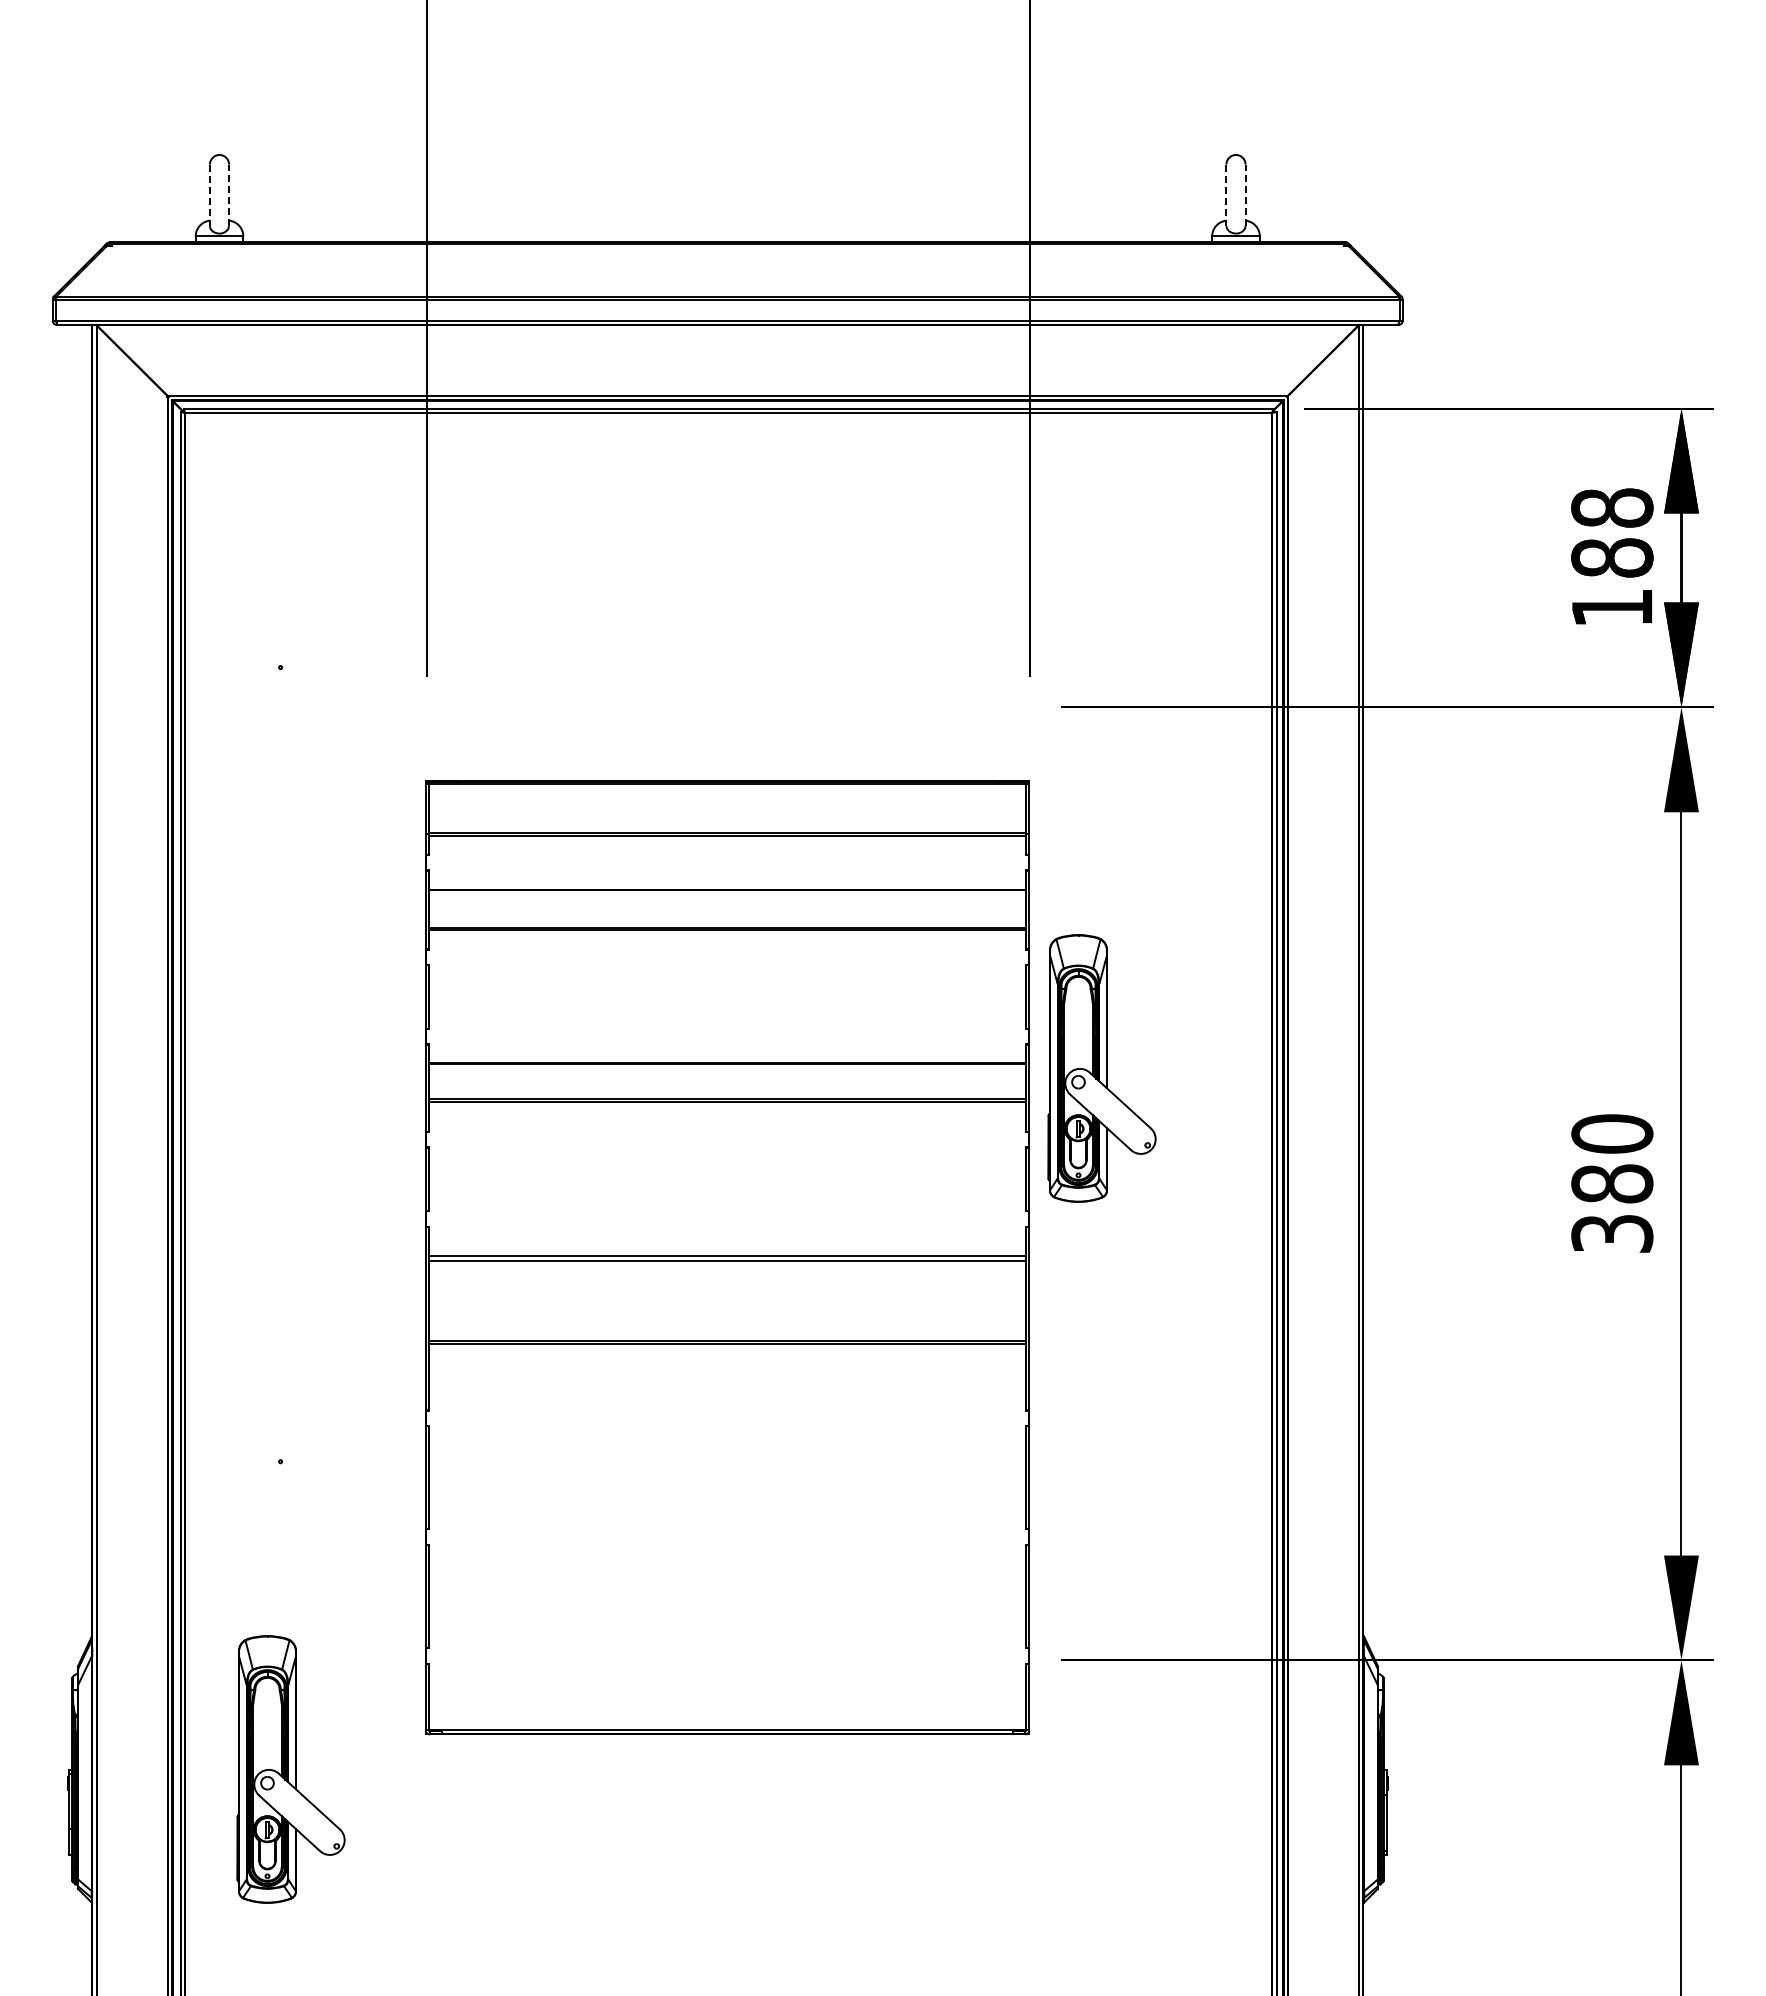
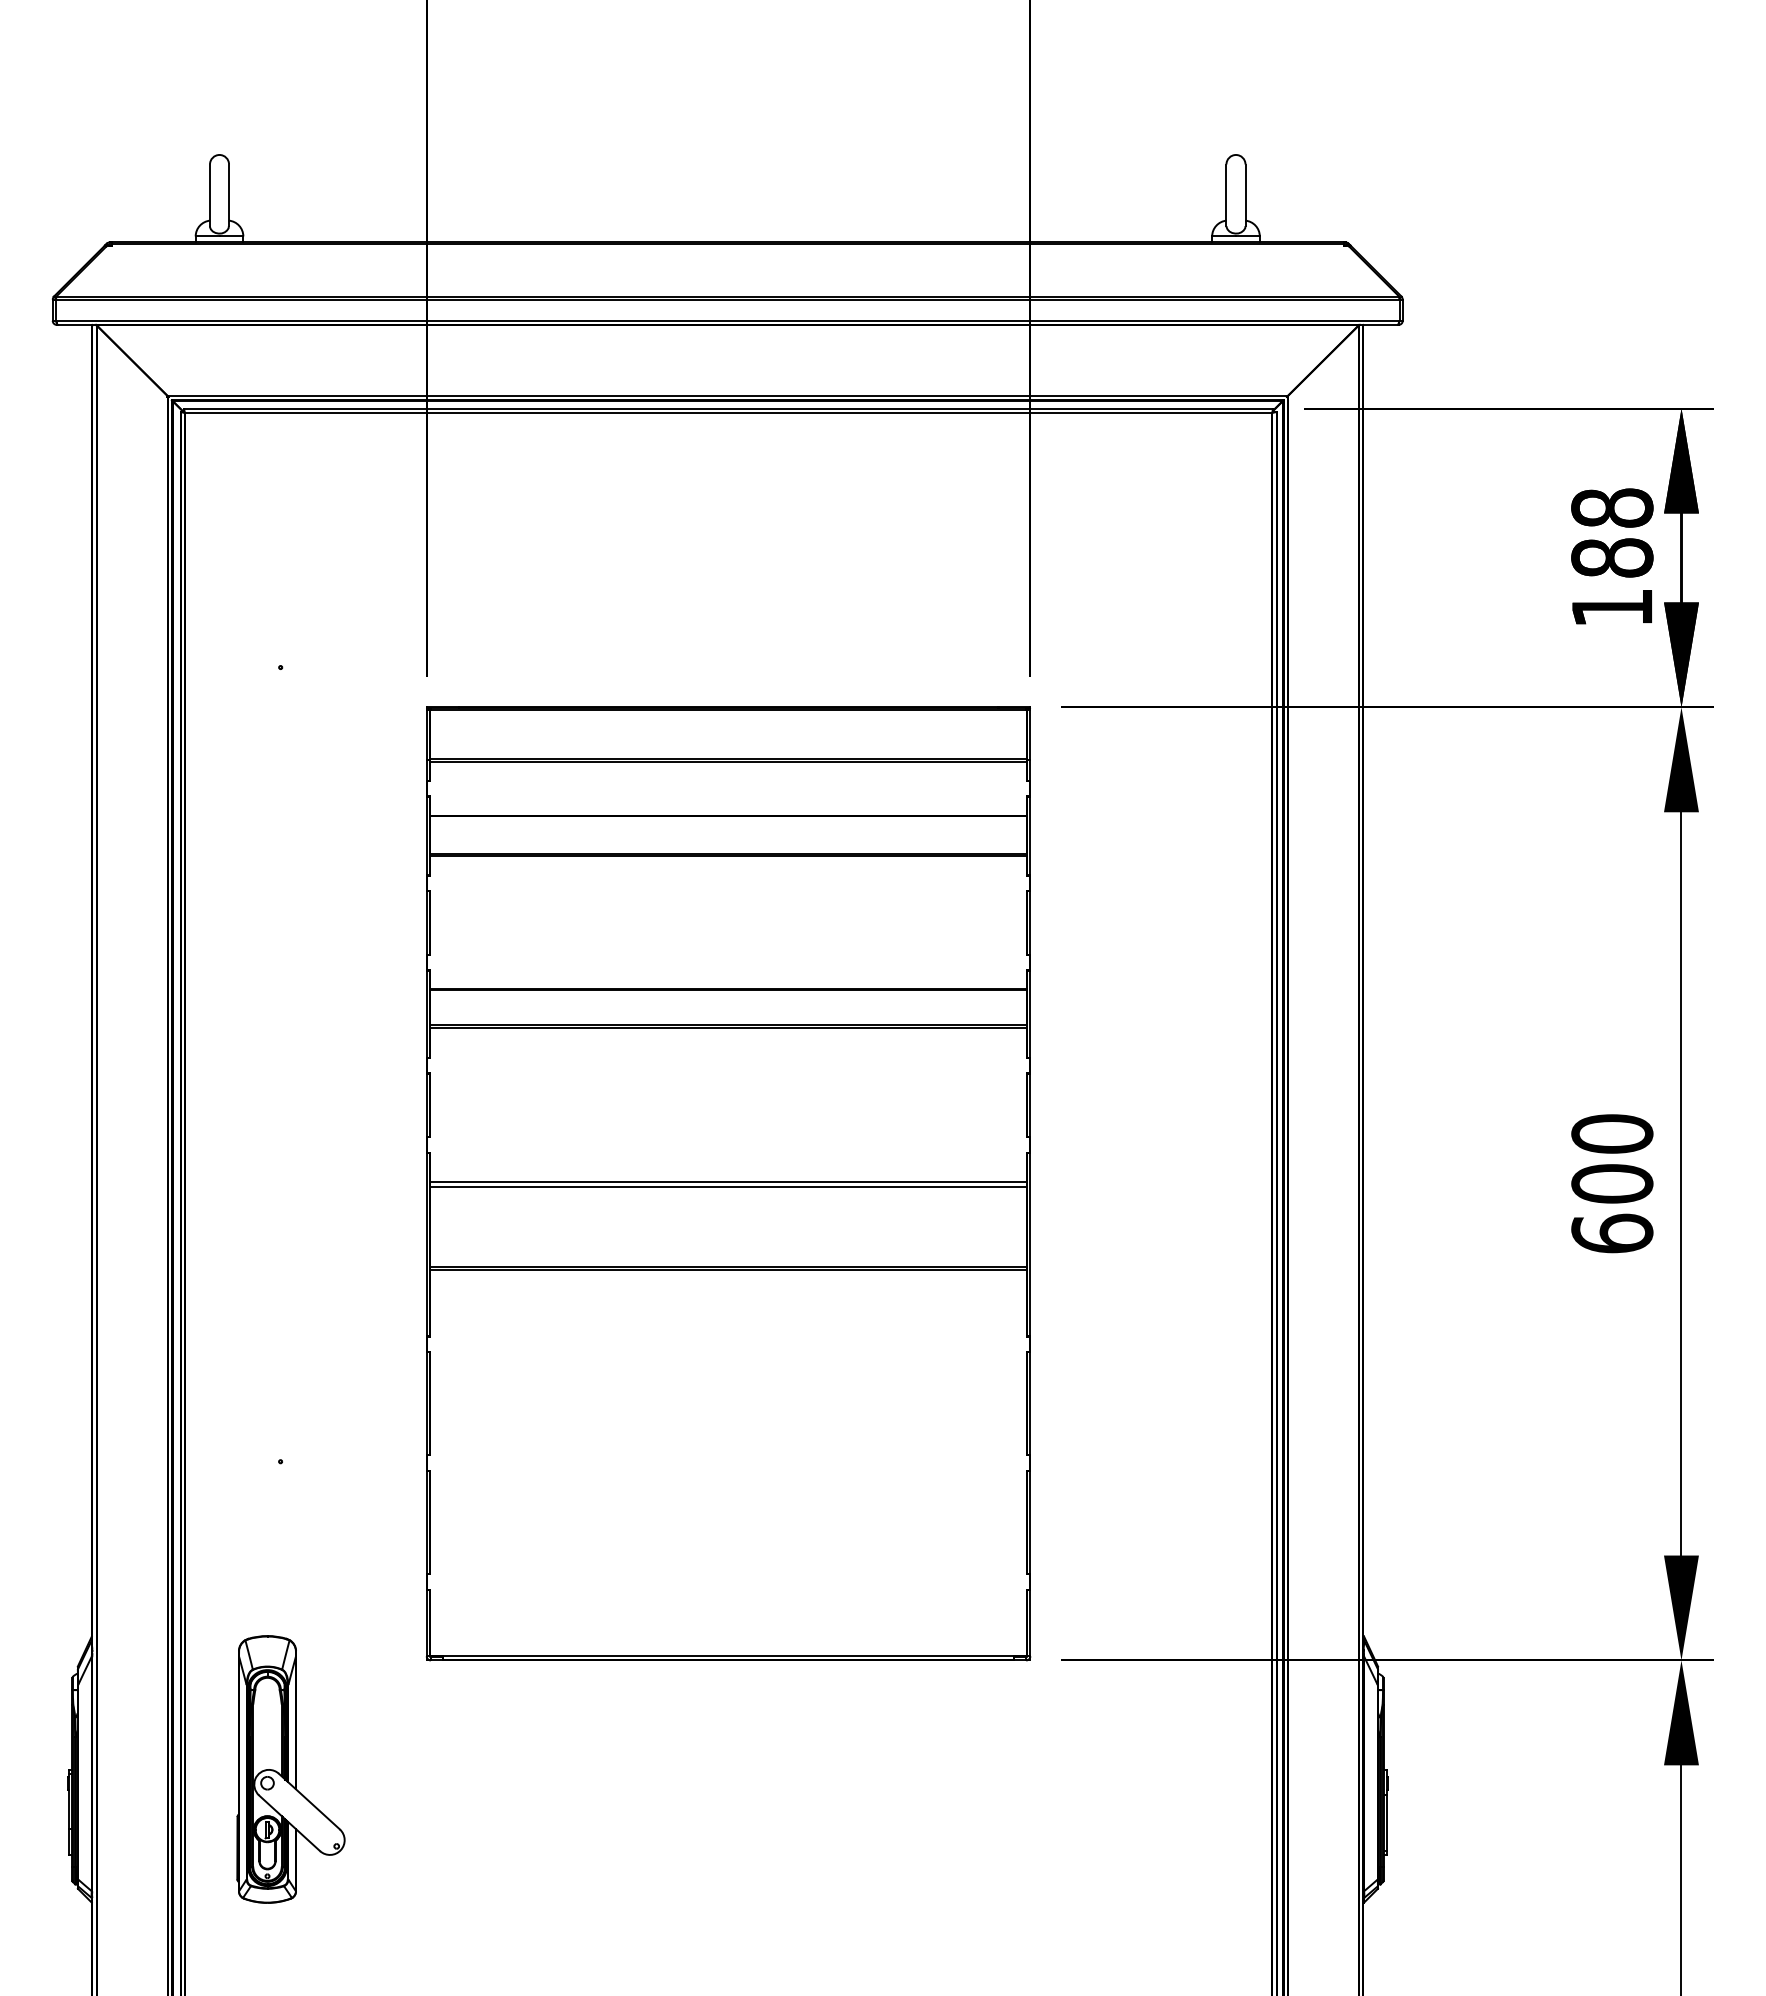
line at (210, 195): dashed -> solid
line at (229, 195): dashed -> solid
line at (1226, 195): dashed -> solid
line at (1245, 195): dashed -> solid
part at (1101, 1068): present -> none
text at (1612, 1208): 380 -> 600
part at (727, 1257) position: (727, 1257) -> (728, 1183)
